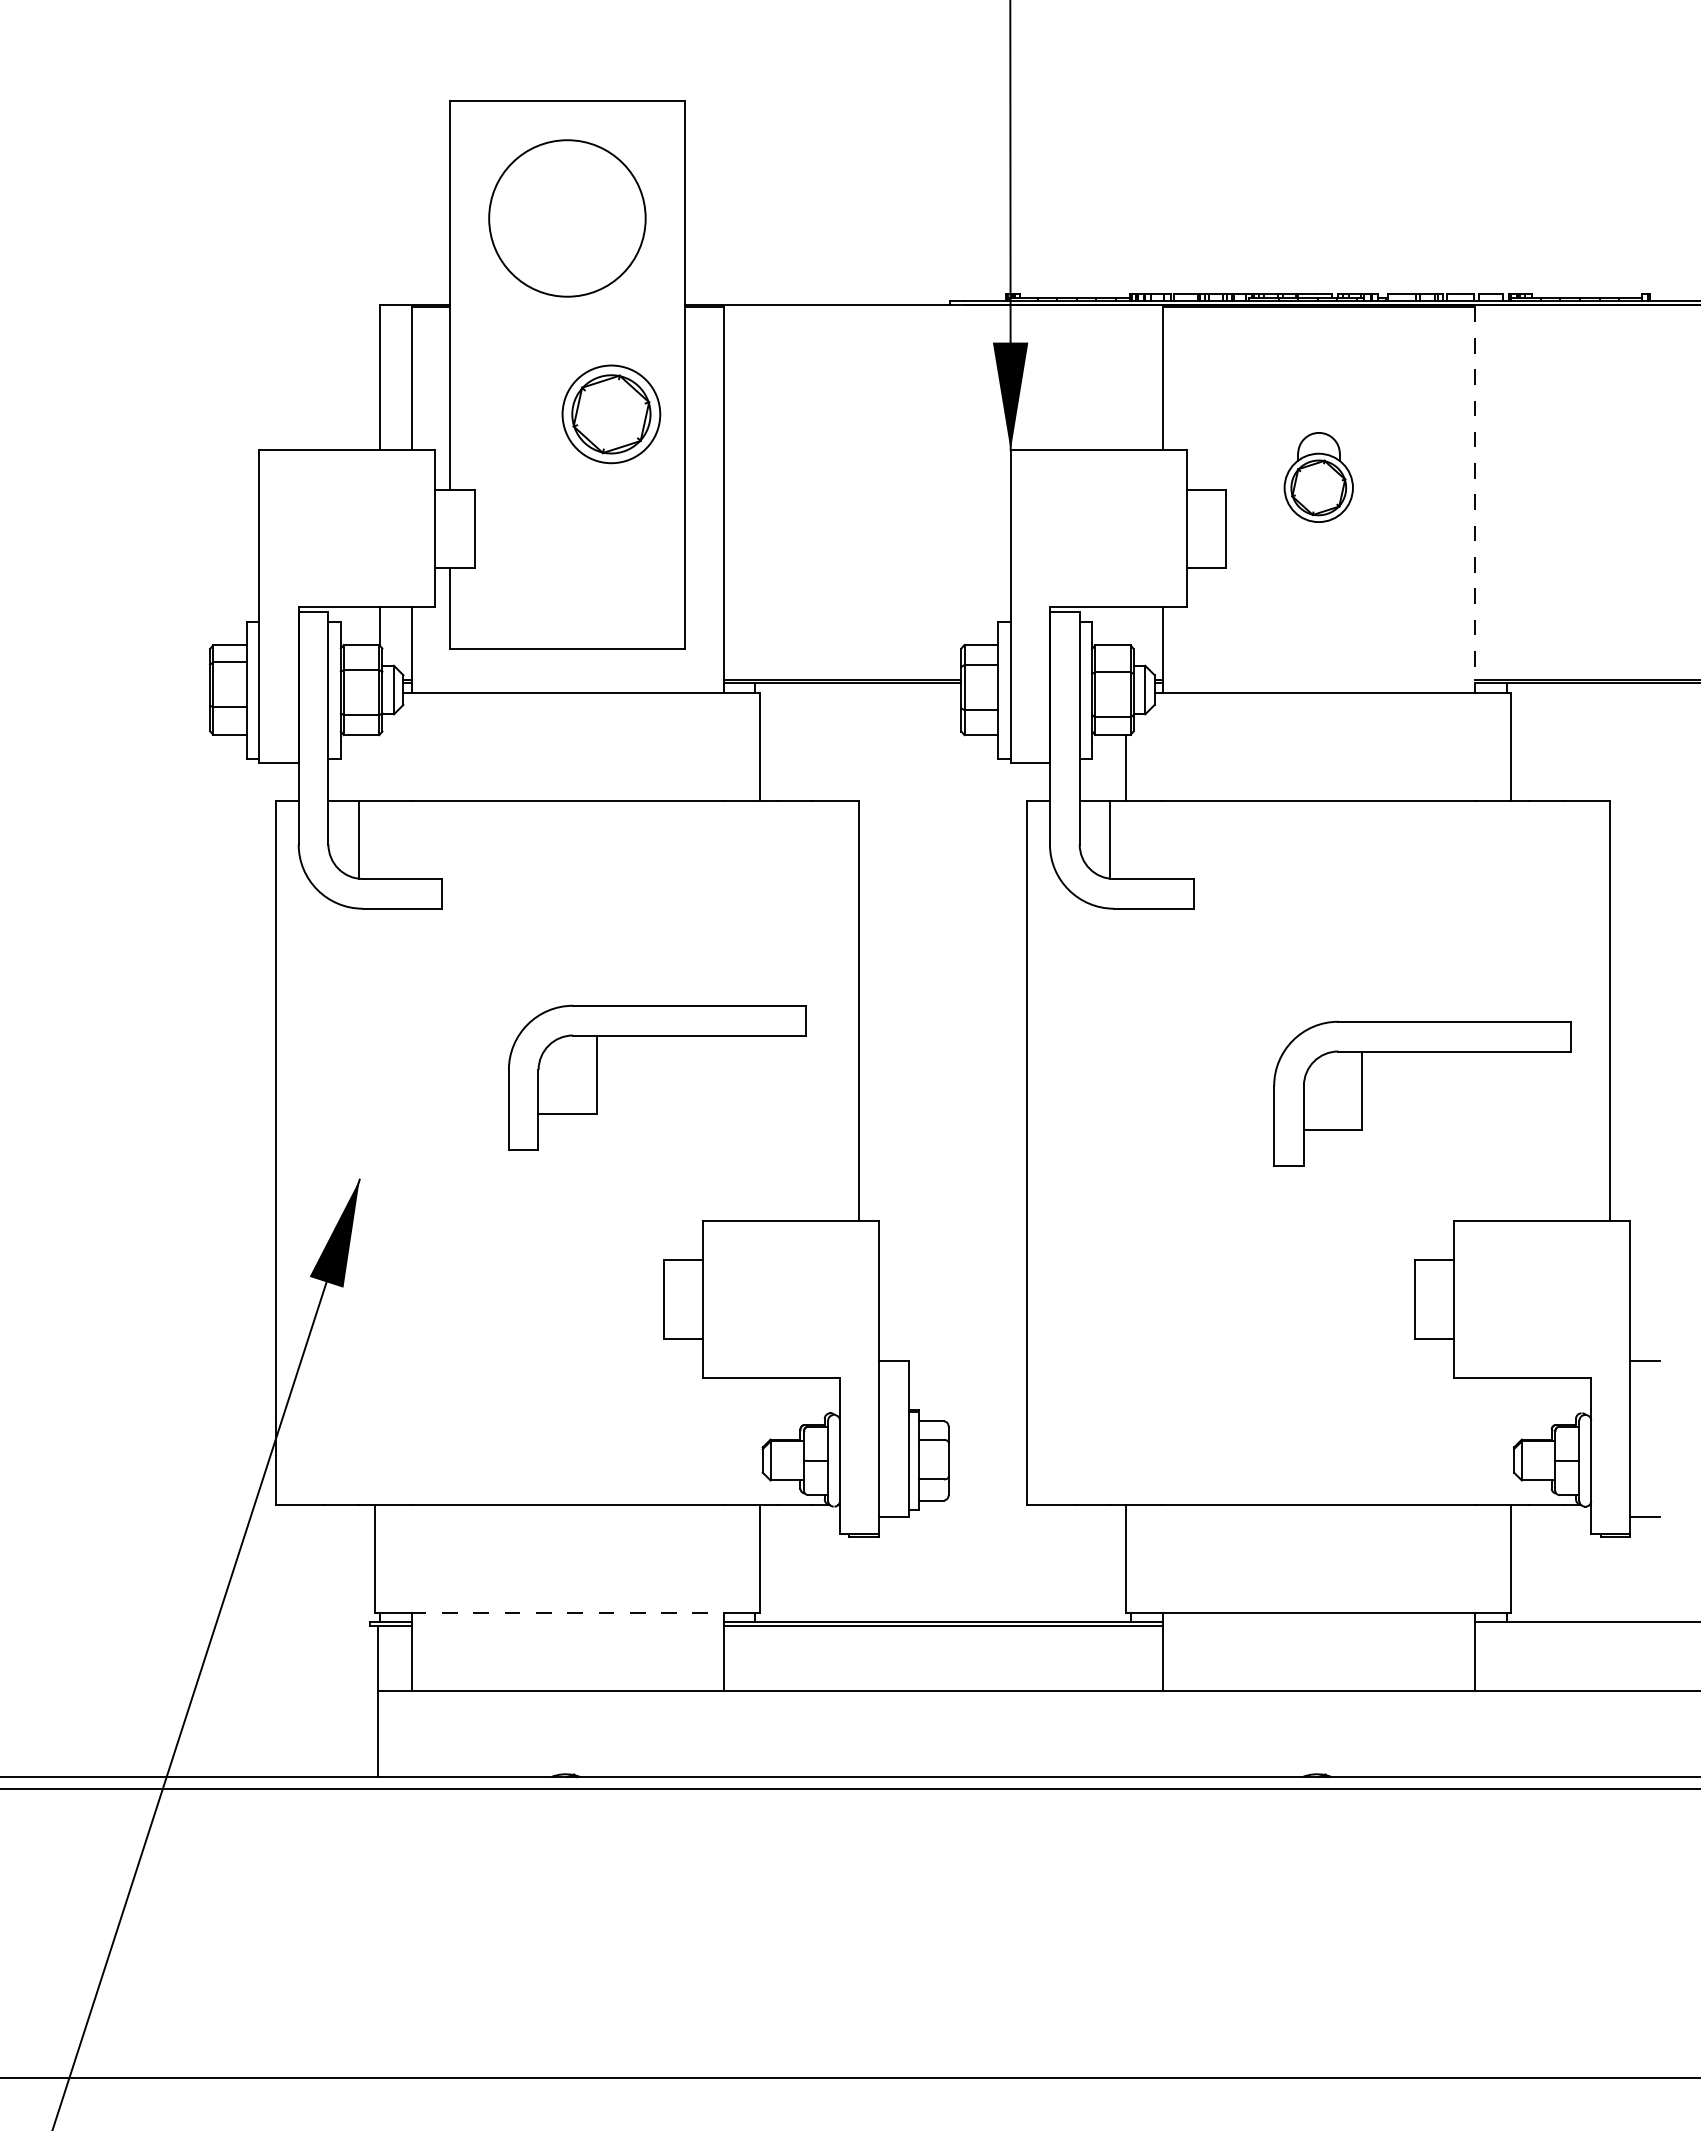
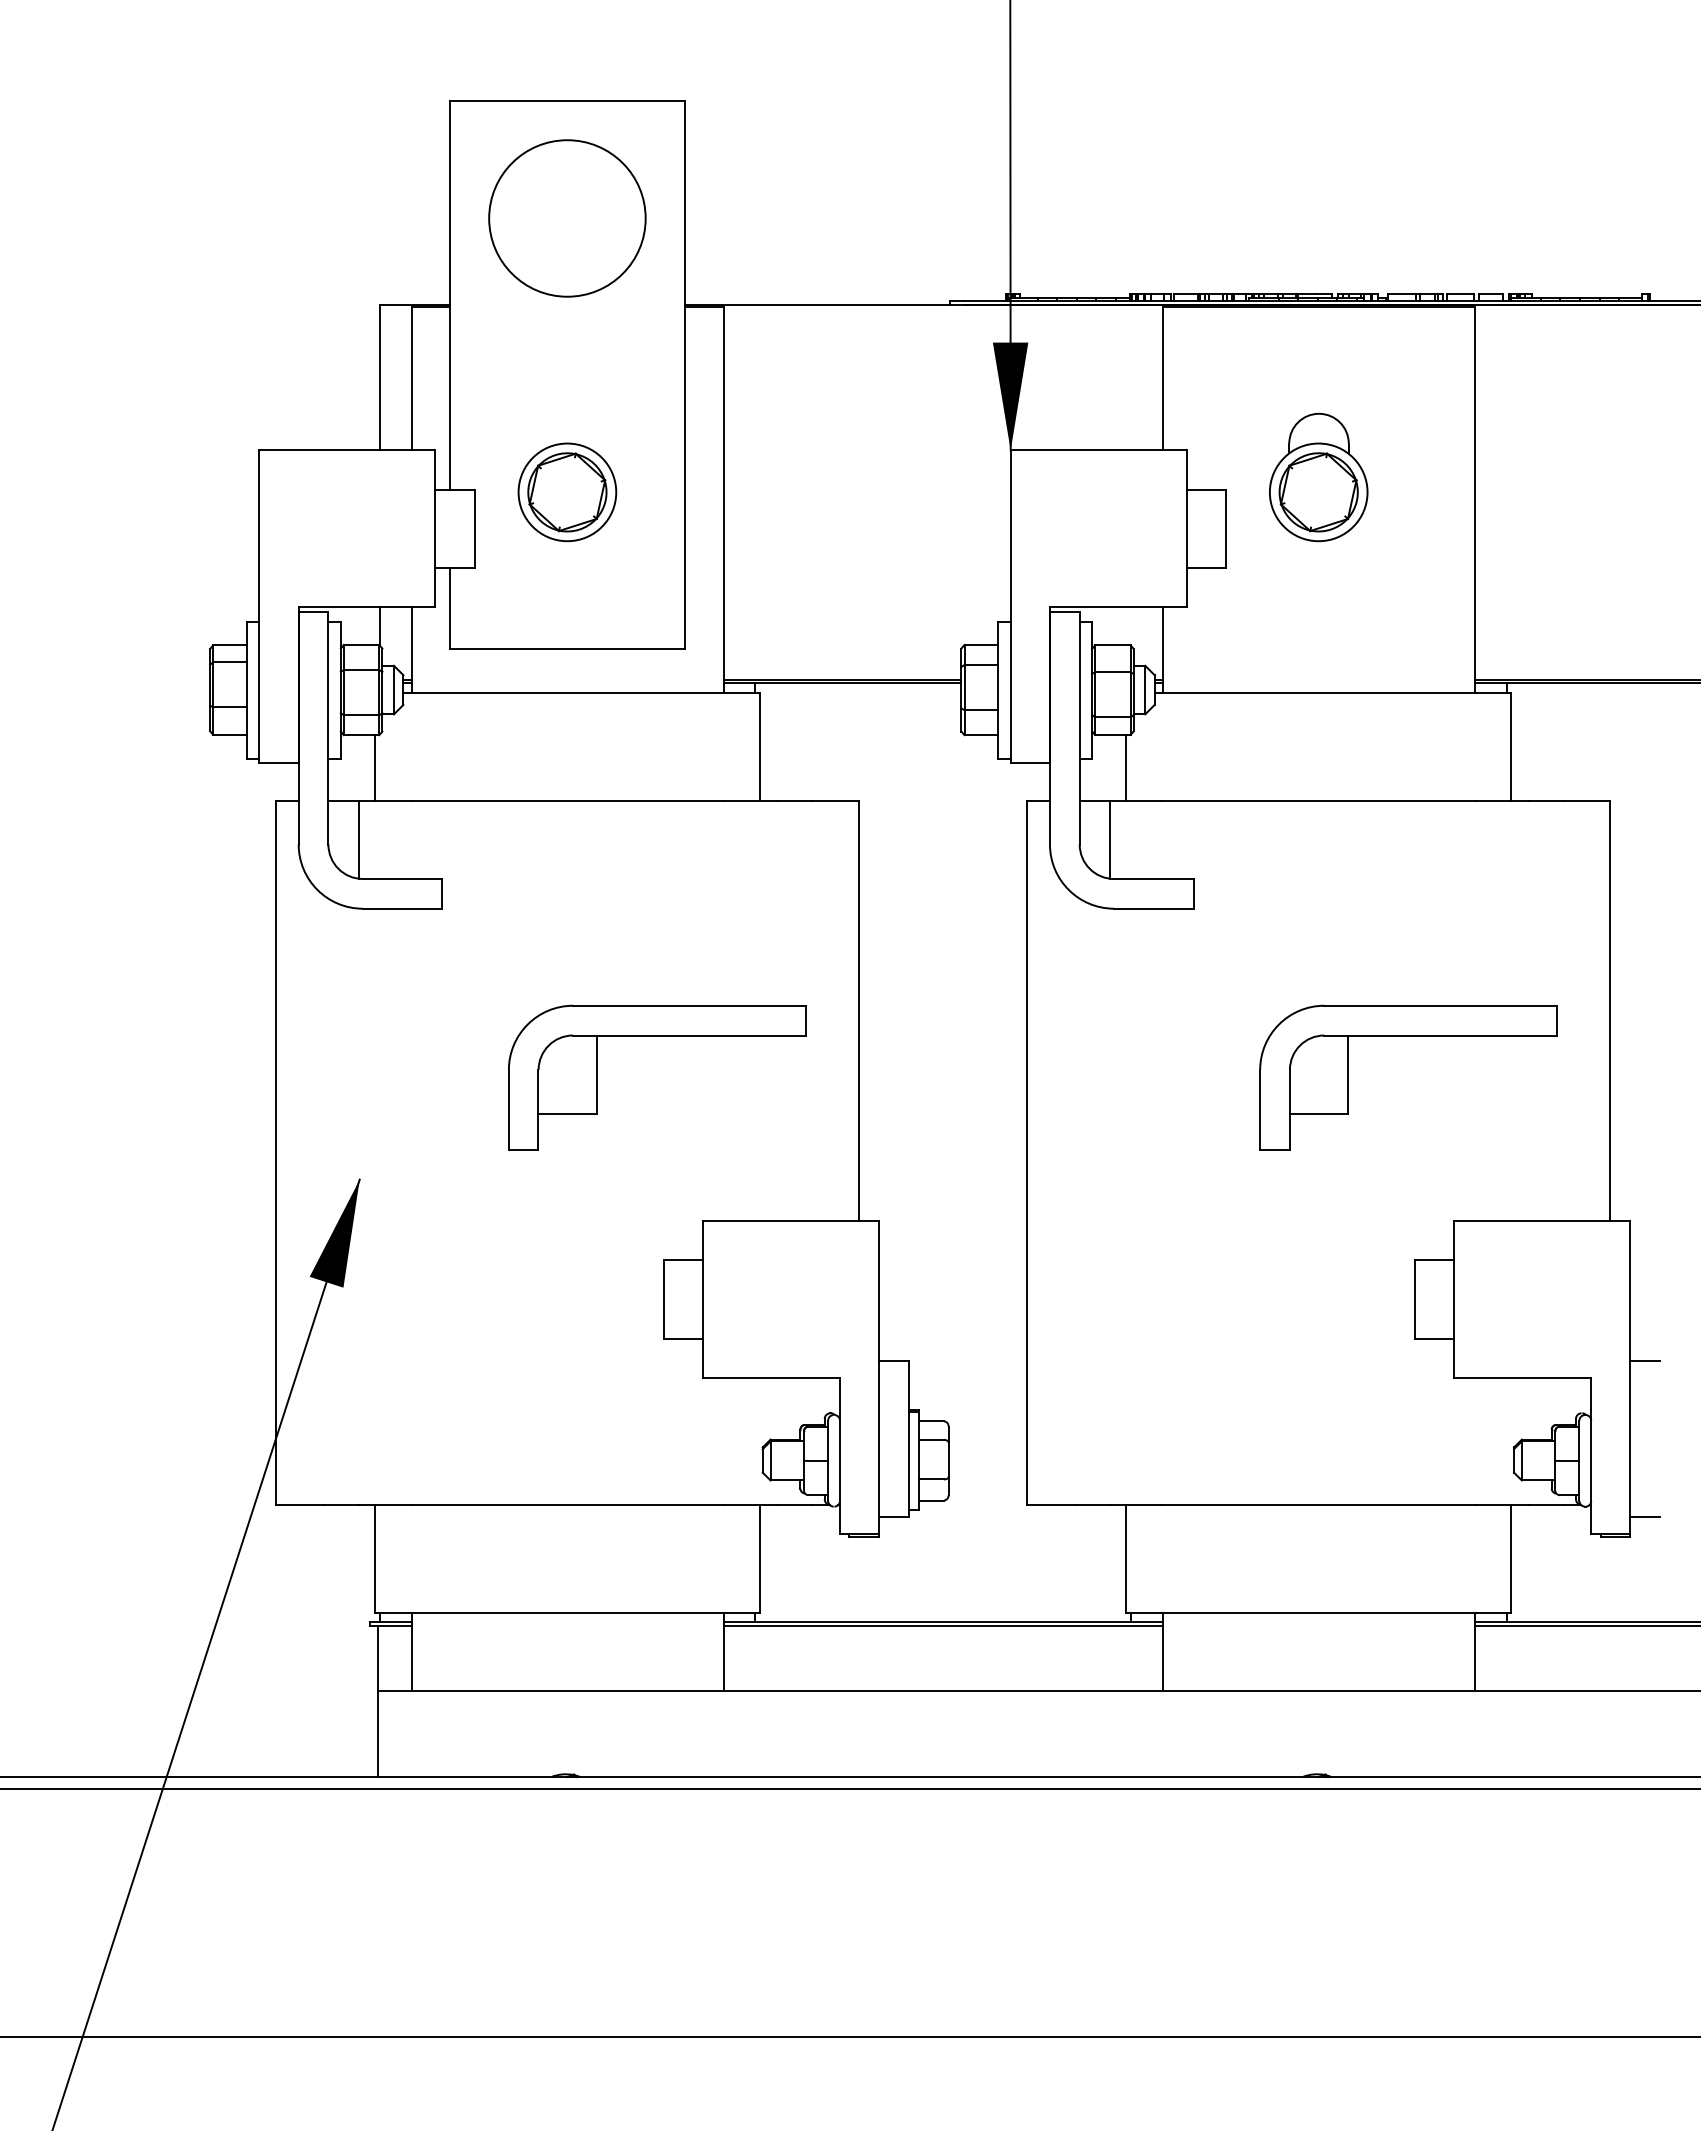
part at (611, 414) position: (611, 414) -> (567, 492)
part at (1318, 477) size: 71x91 px -> 100x131 px
line at (1475, 500): dashed -> solid
line at (374, 767): none -> present
part at (1422, 1052) position: (1422, 1052) -> (1408, 1036)
line at (568, 1613): dashed -> solid
line at (1586, 1625): none -> present
line at (849, 2077) position: (849, 2077) -> (849, 2036)
